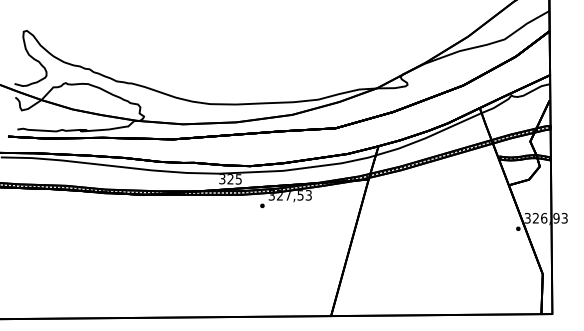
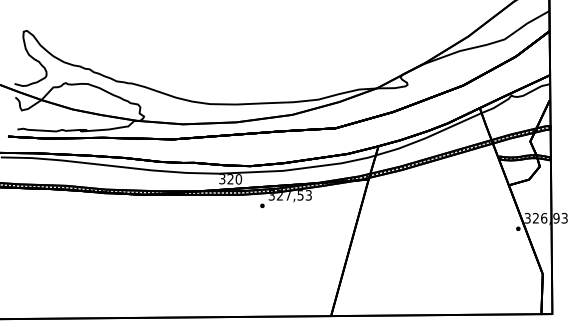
text at (238, 179): 325 -> 320
